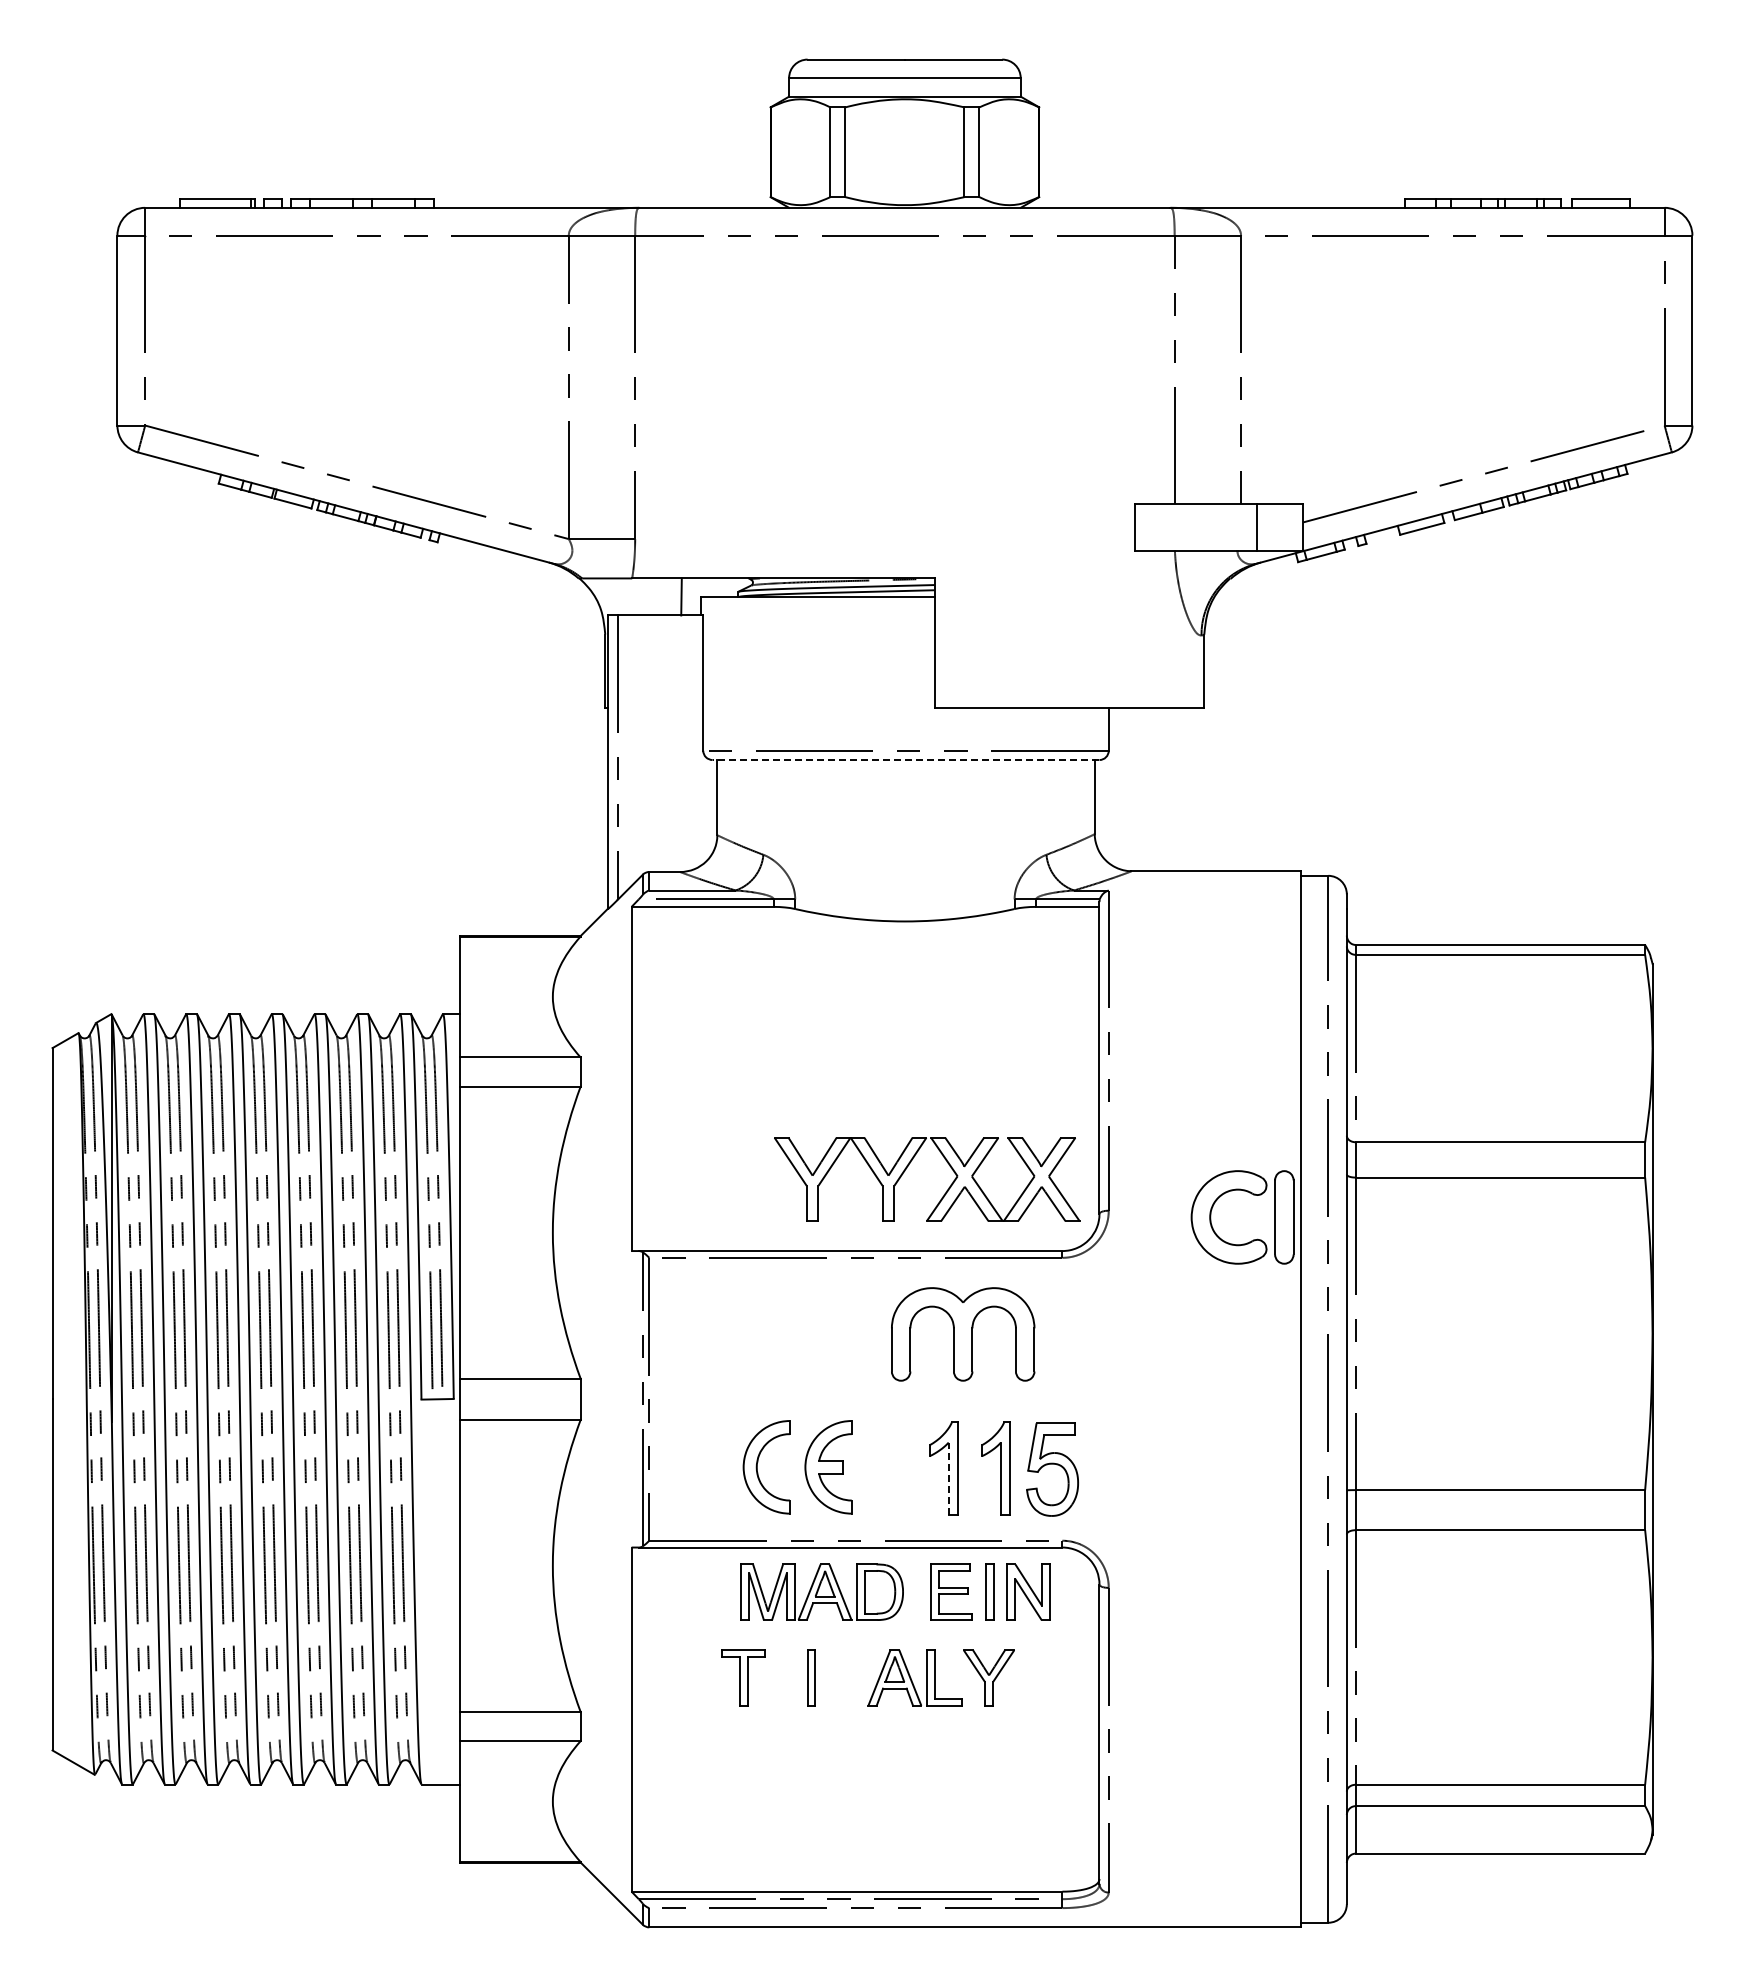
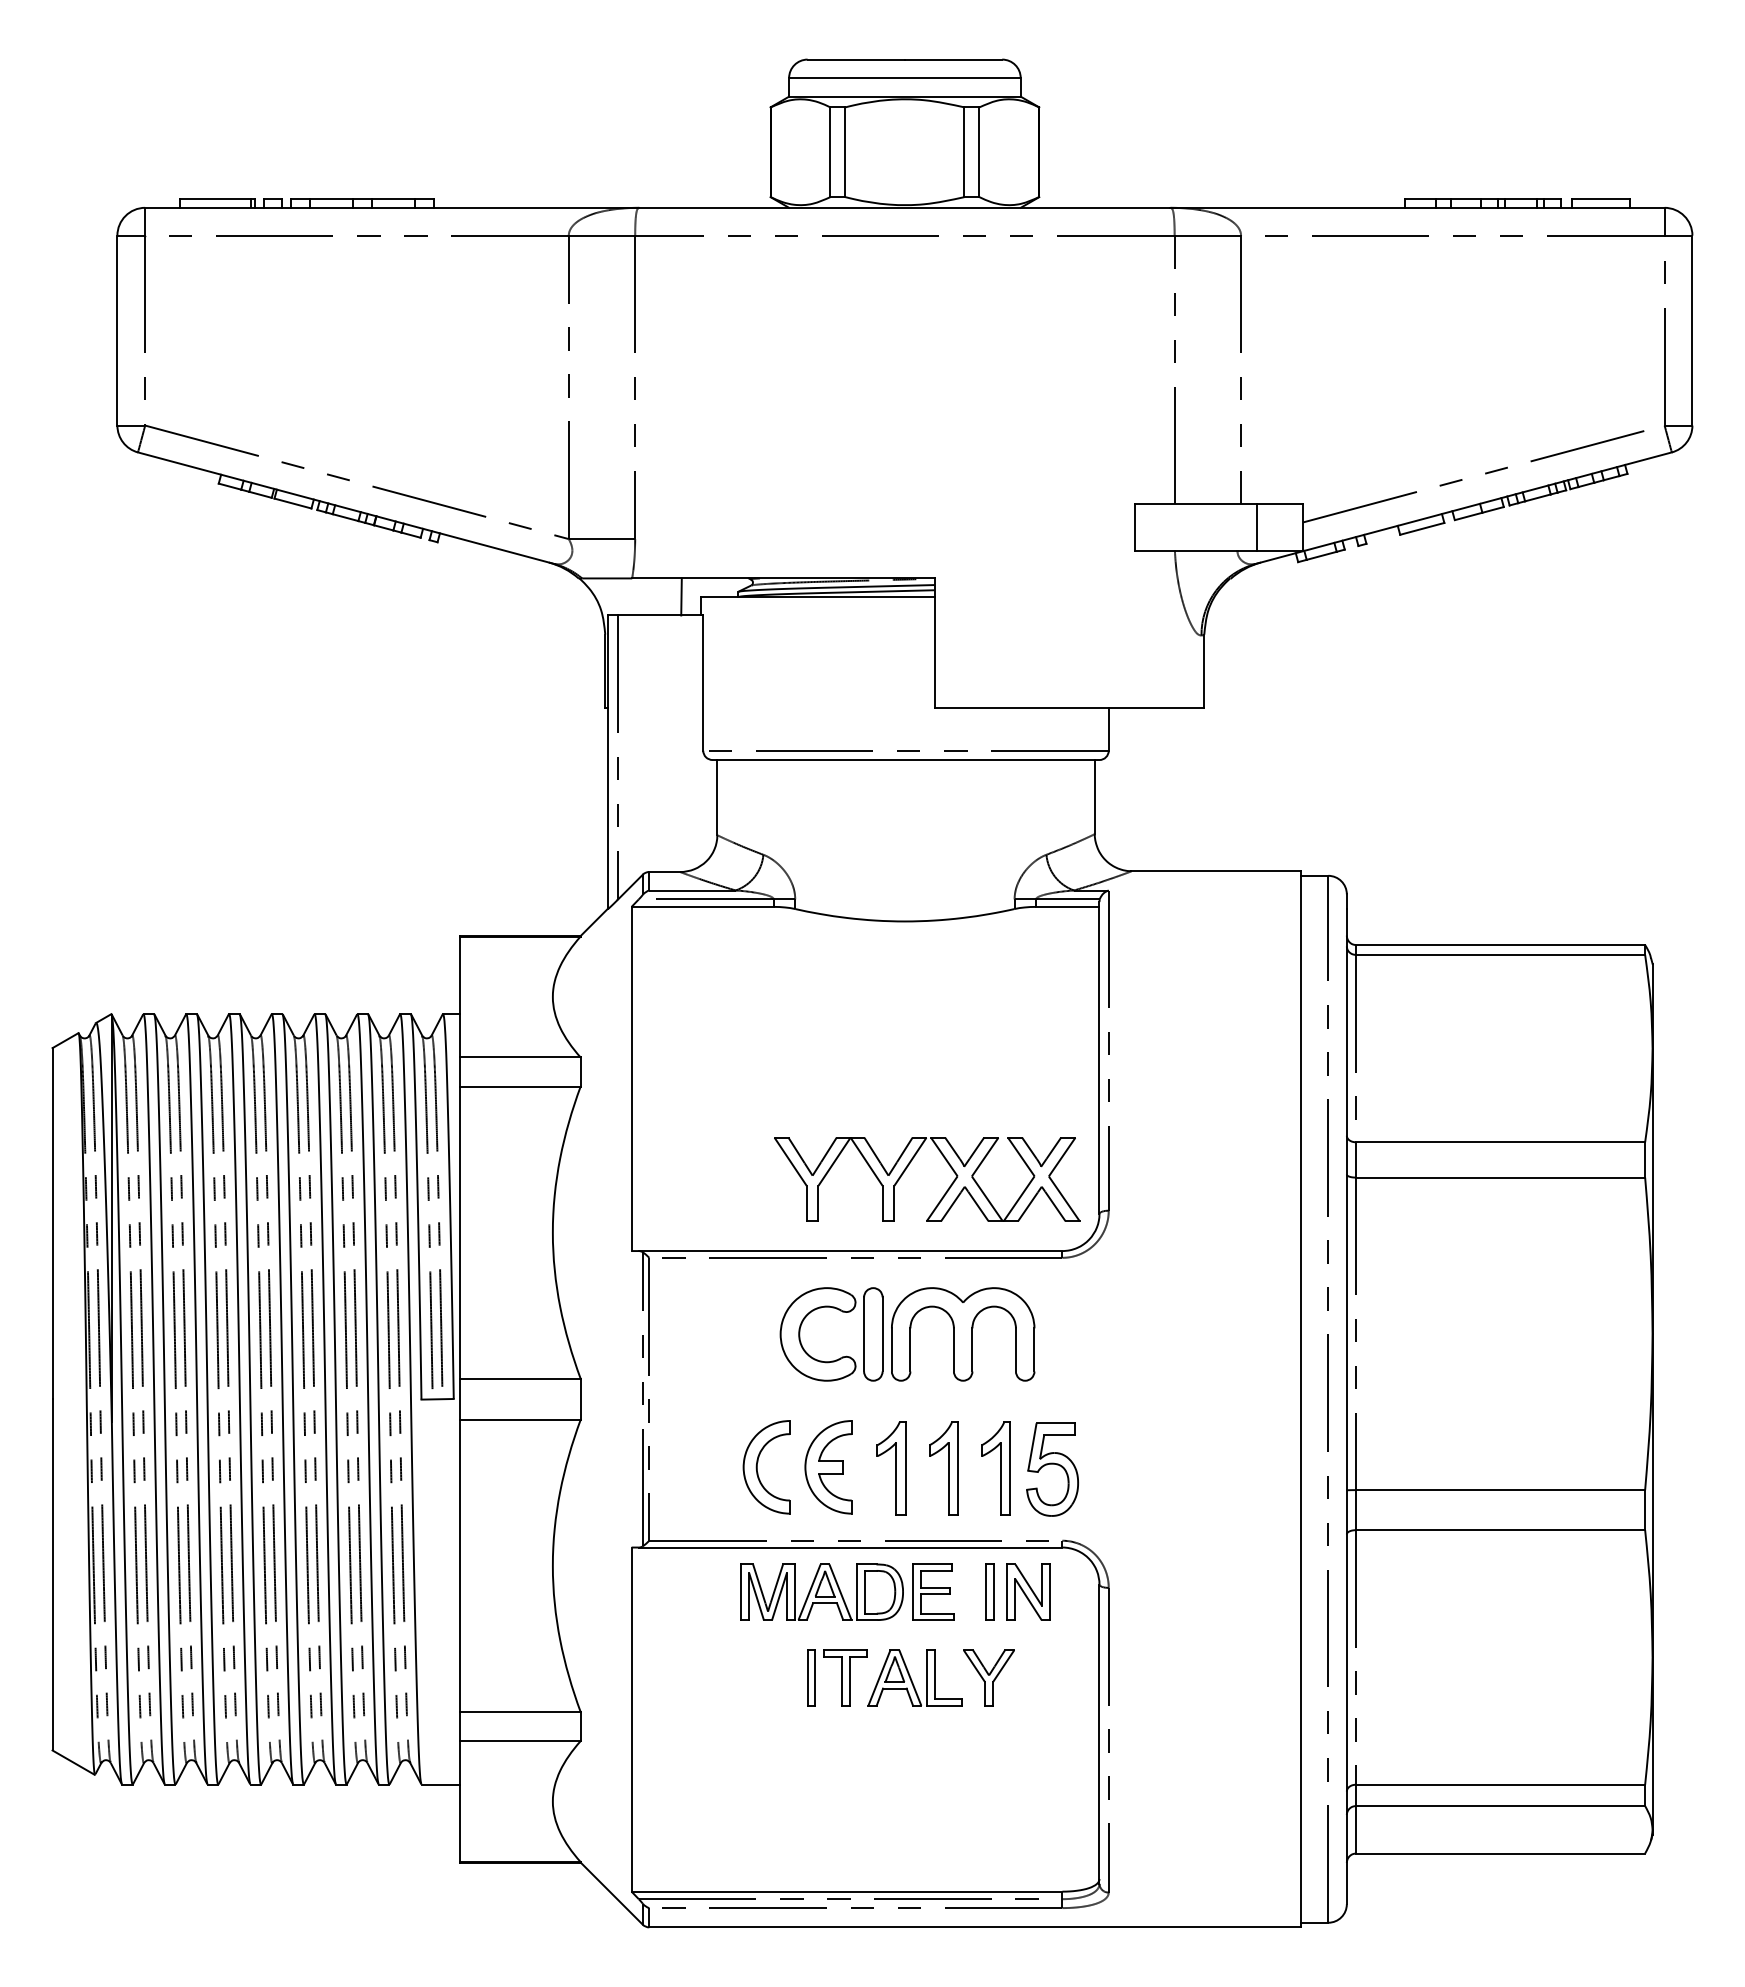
line at (905, 760): dashed -> solid
part at (1253, 1195) position: (1253, 1195) -> (842, 1312)
part at (891, 1468): none -> present
line at (948, 1478): dashed -> solid
part at (951, 1591) position: (951, 1591) -> (933, 1591)
part at (743, 1677) position: (743, 1677) -> (845, 1677)
